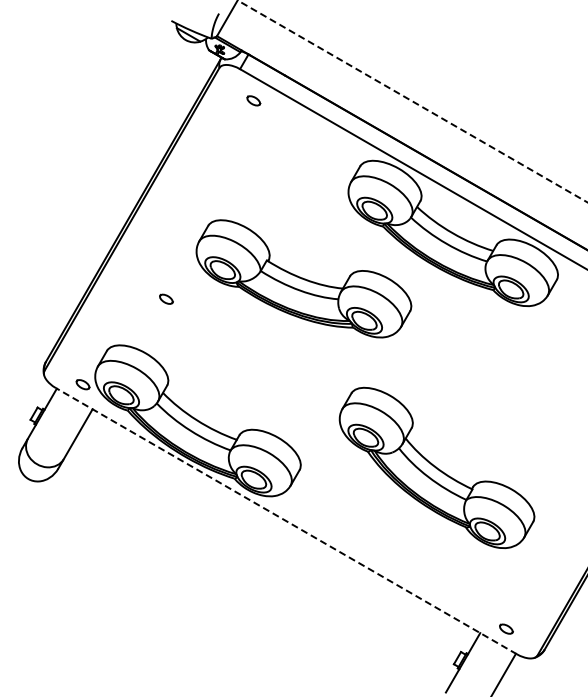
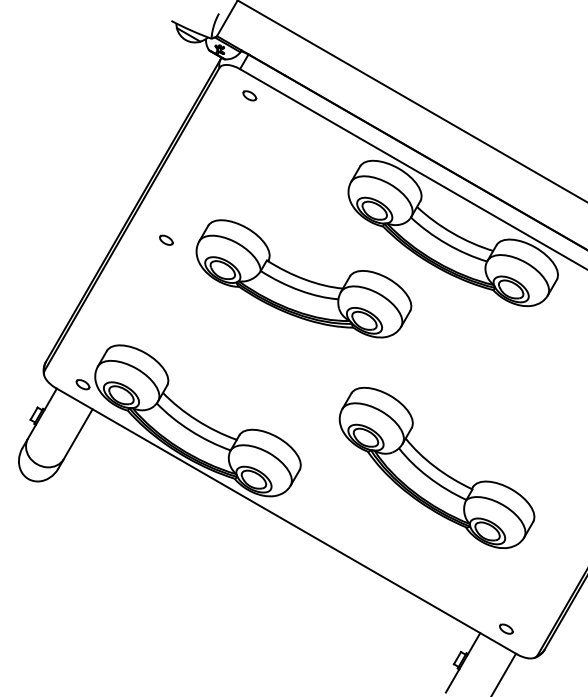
part at (253, 100) position: (253, 100) -> (249, 95)
line at (412, 101): dashed -> solid
part at (166, 298) position: (166, 298) -> (166, 239)
line at (286, 520): dashed -> solid
